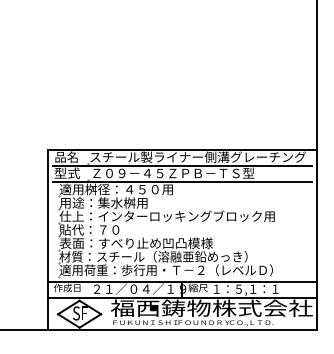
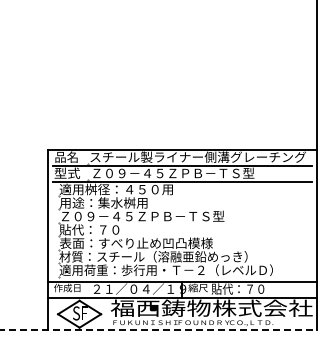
text at (166, 216): 仕上：インターロッキングブロック用 -> Ｚ０９－４５ＺＰＢ－ＴＳ型
text at (244, 289): １：５,１：１ -> 貼代：７０
line at (159, 330): solid -> dashed
